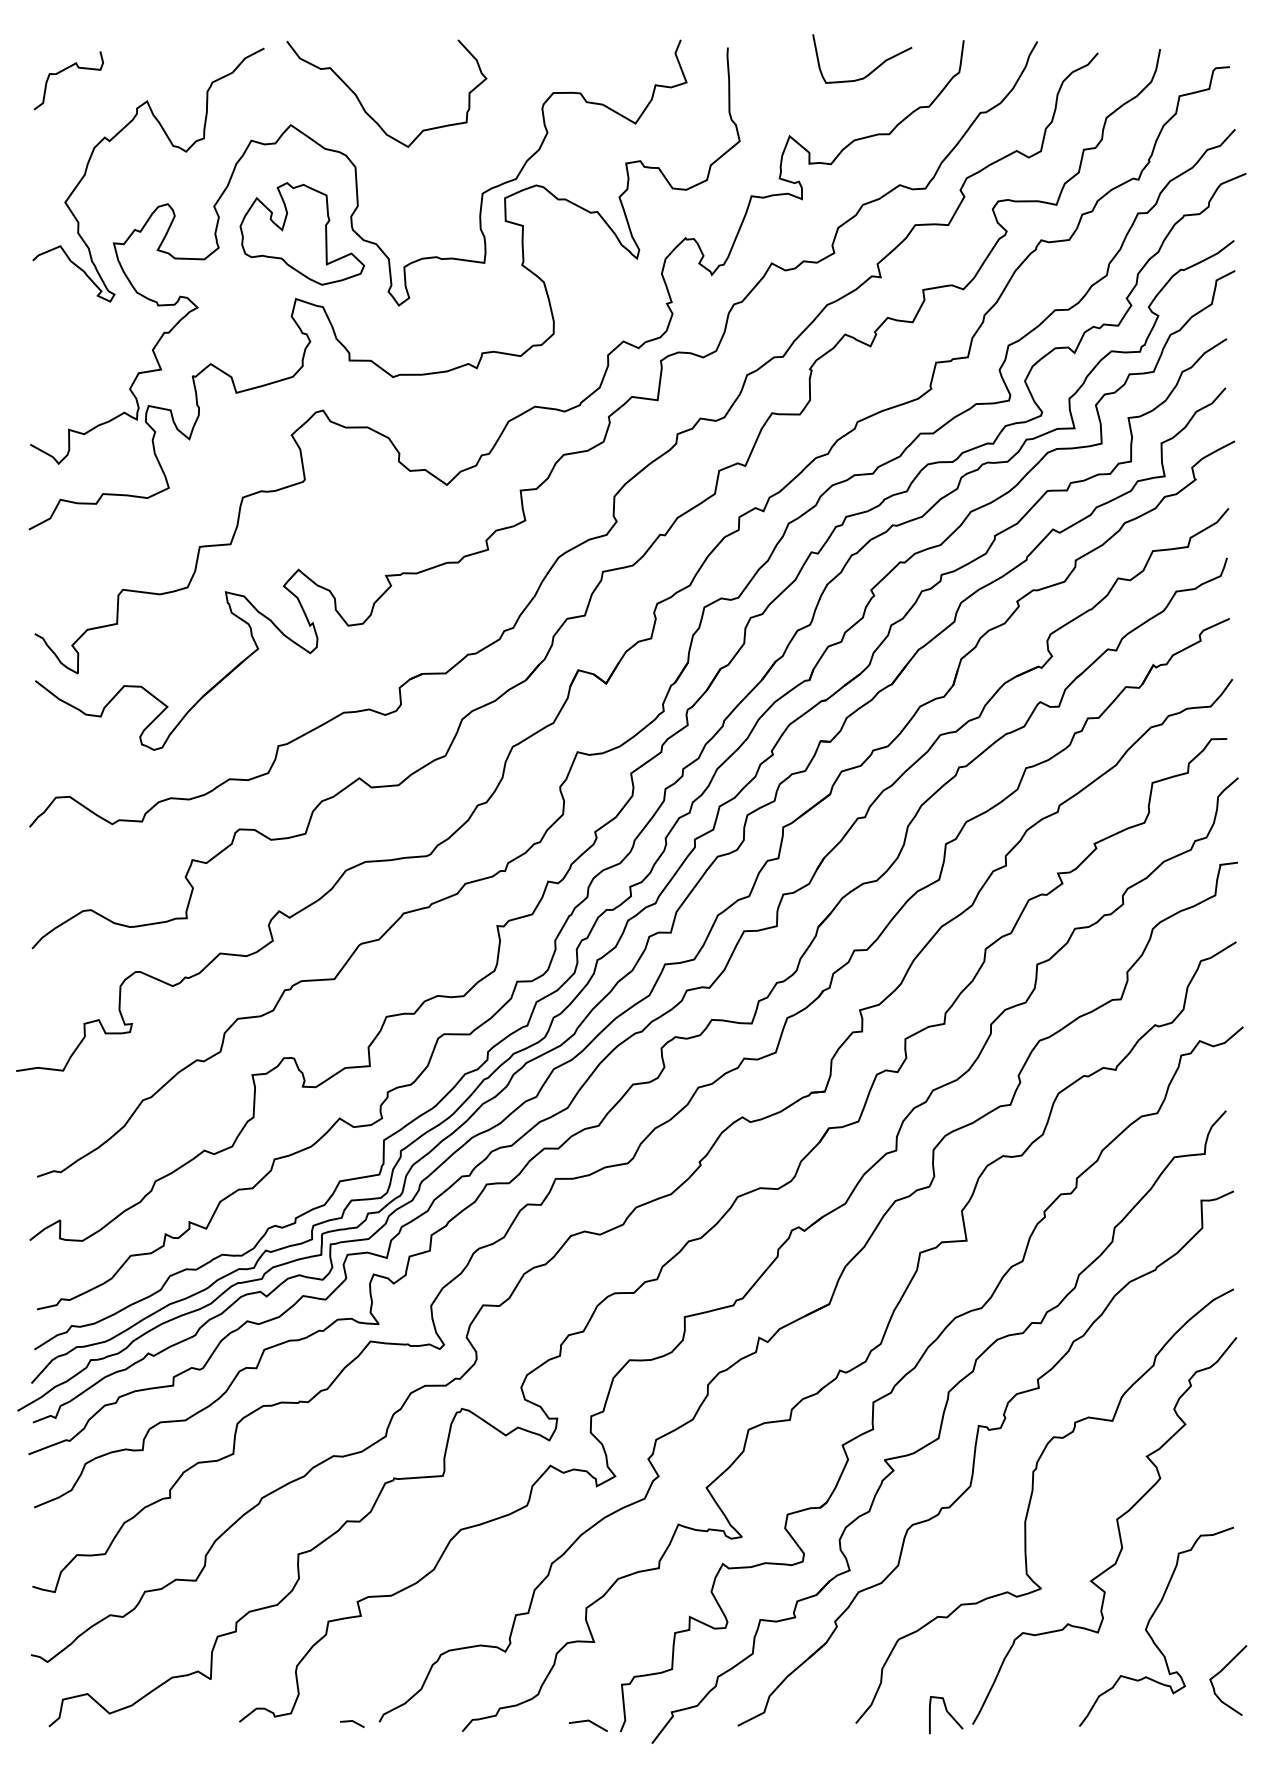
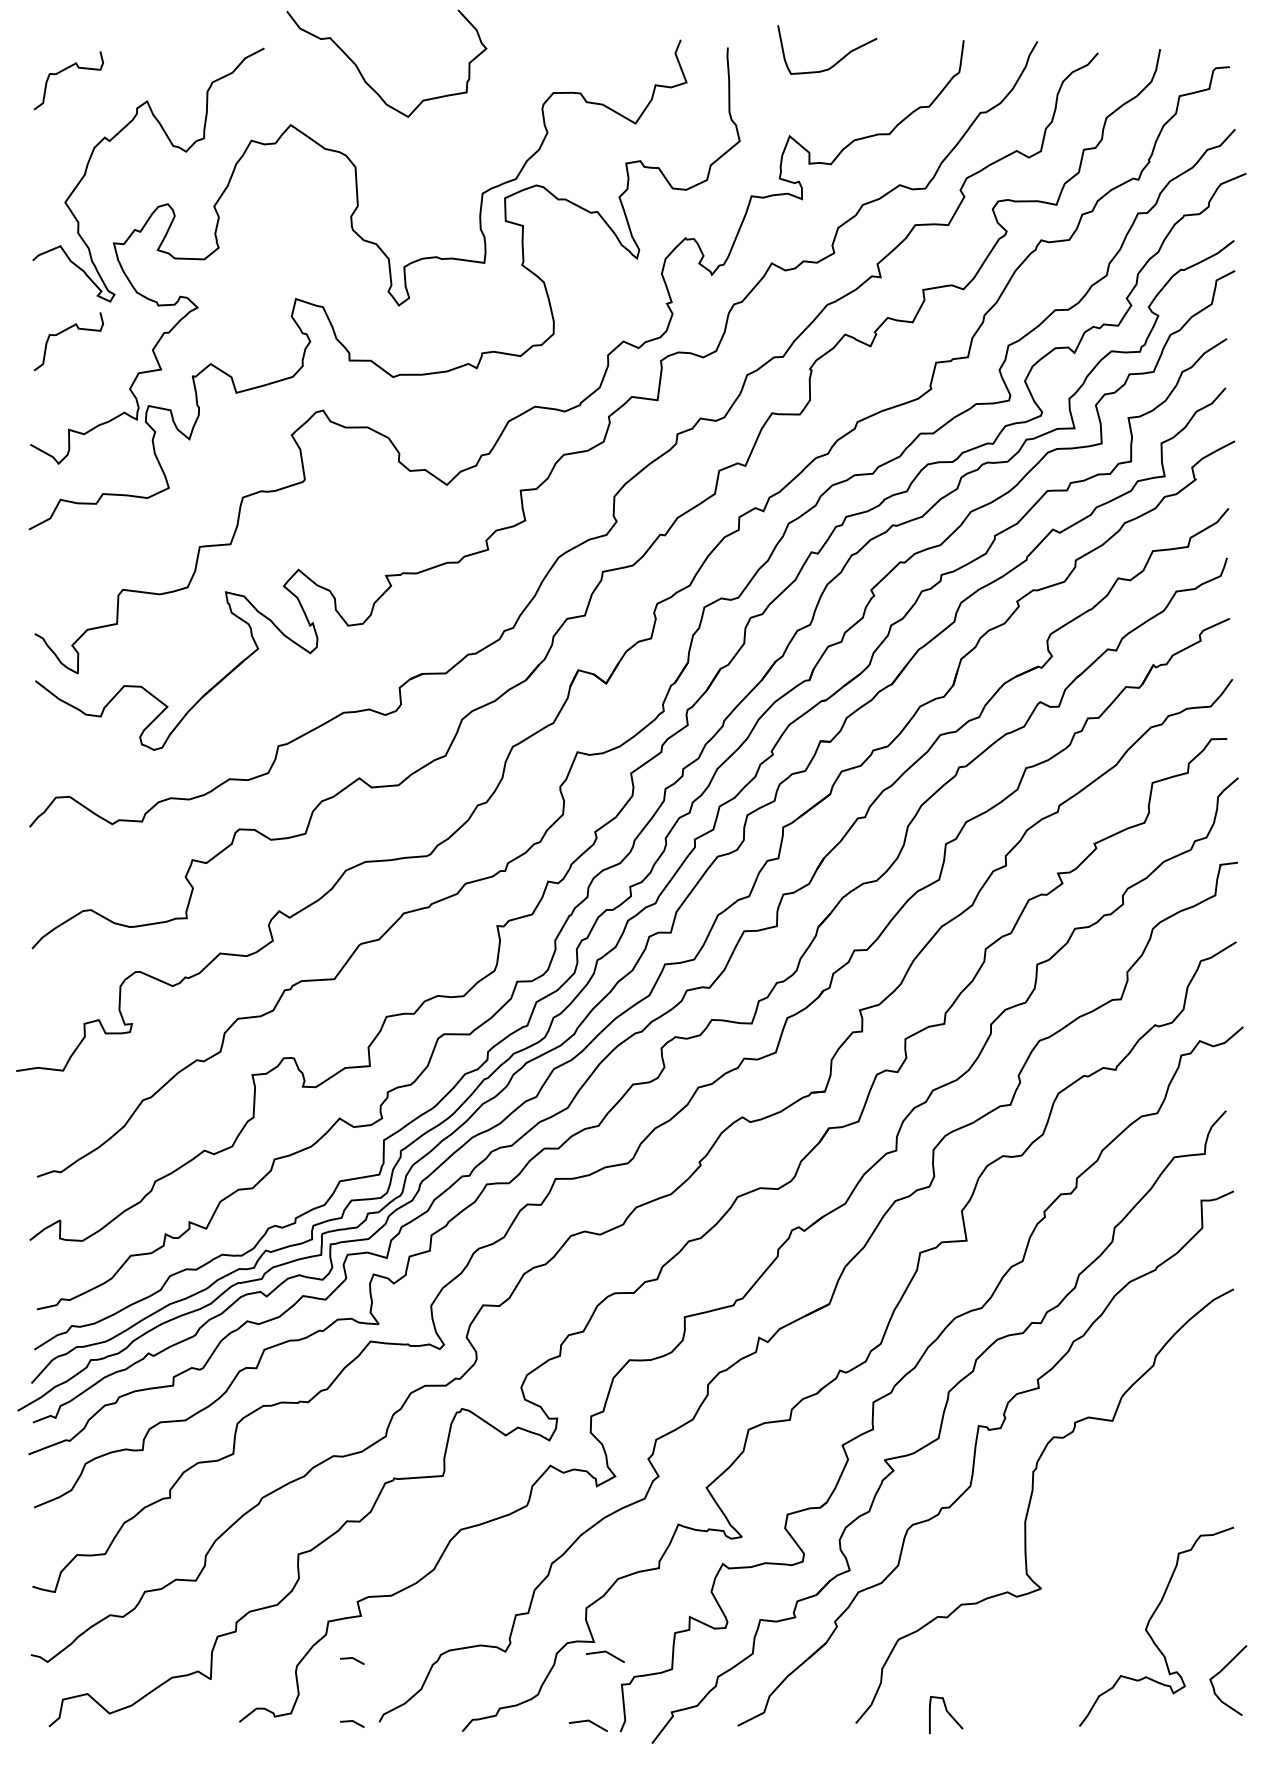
curve at (873, 69) position: (873, 69) -> (838, 60)
curve at (362, 104) position: (362, 104) -> (362, 74)
part at (302, 233): present -> none
curve at (63, 332): none -> present
curve at (1117, 1528): present -> none
line at (606, 1653): none -> present
line at (353, 1659): none -> present
